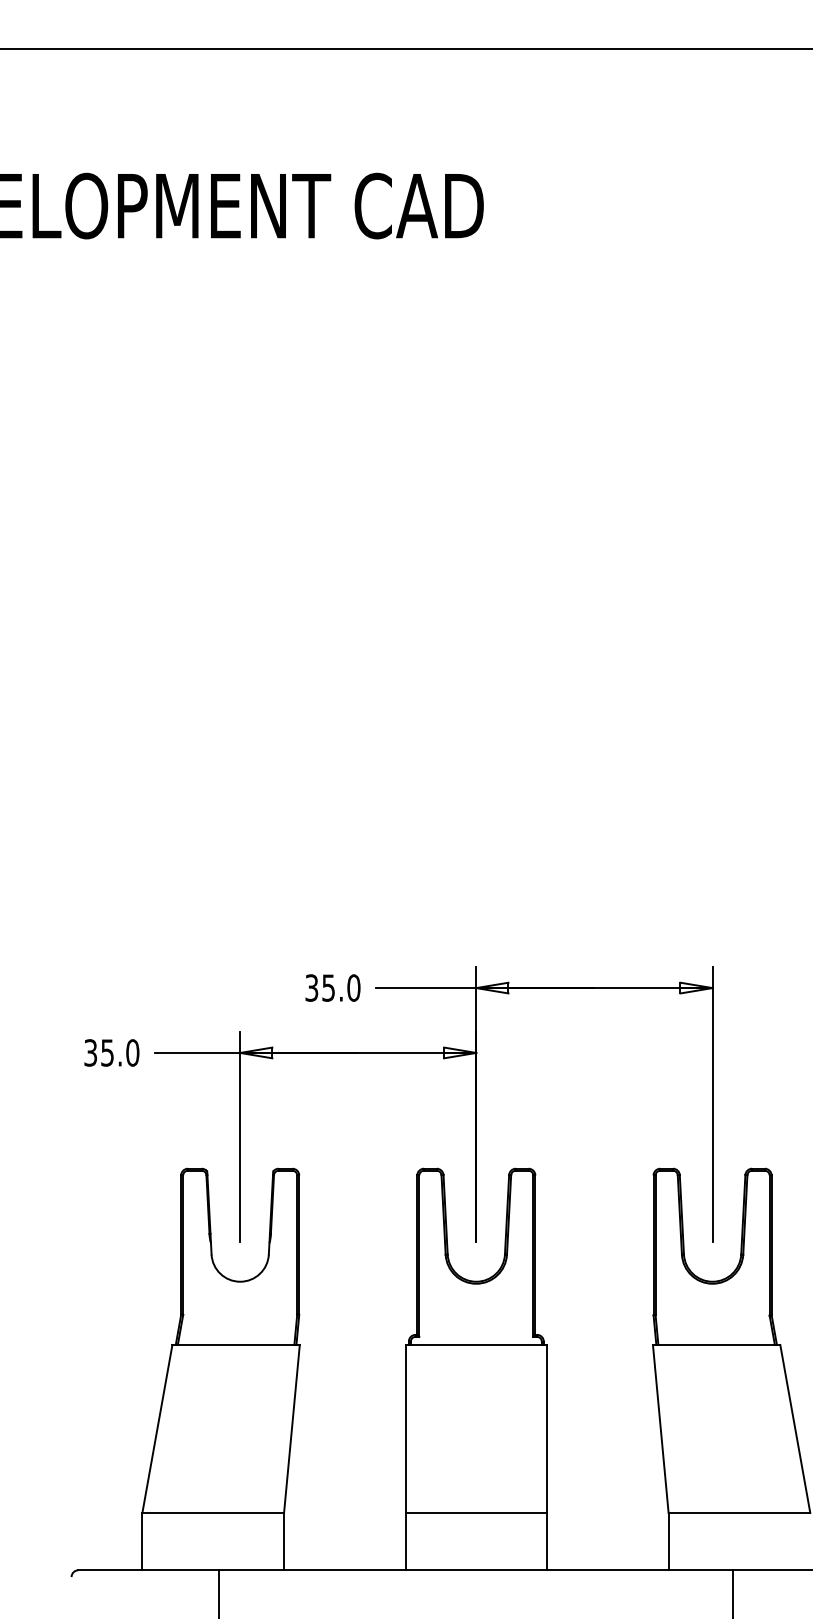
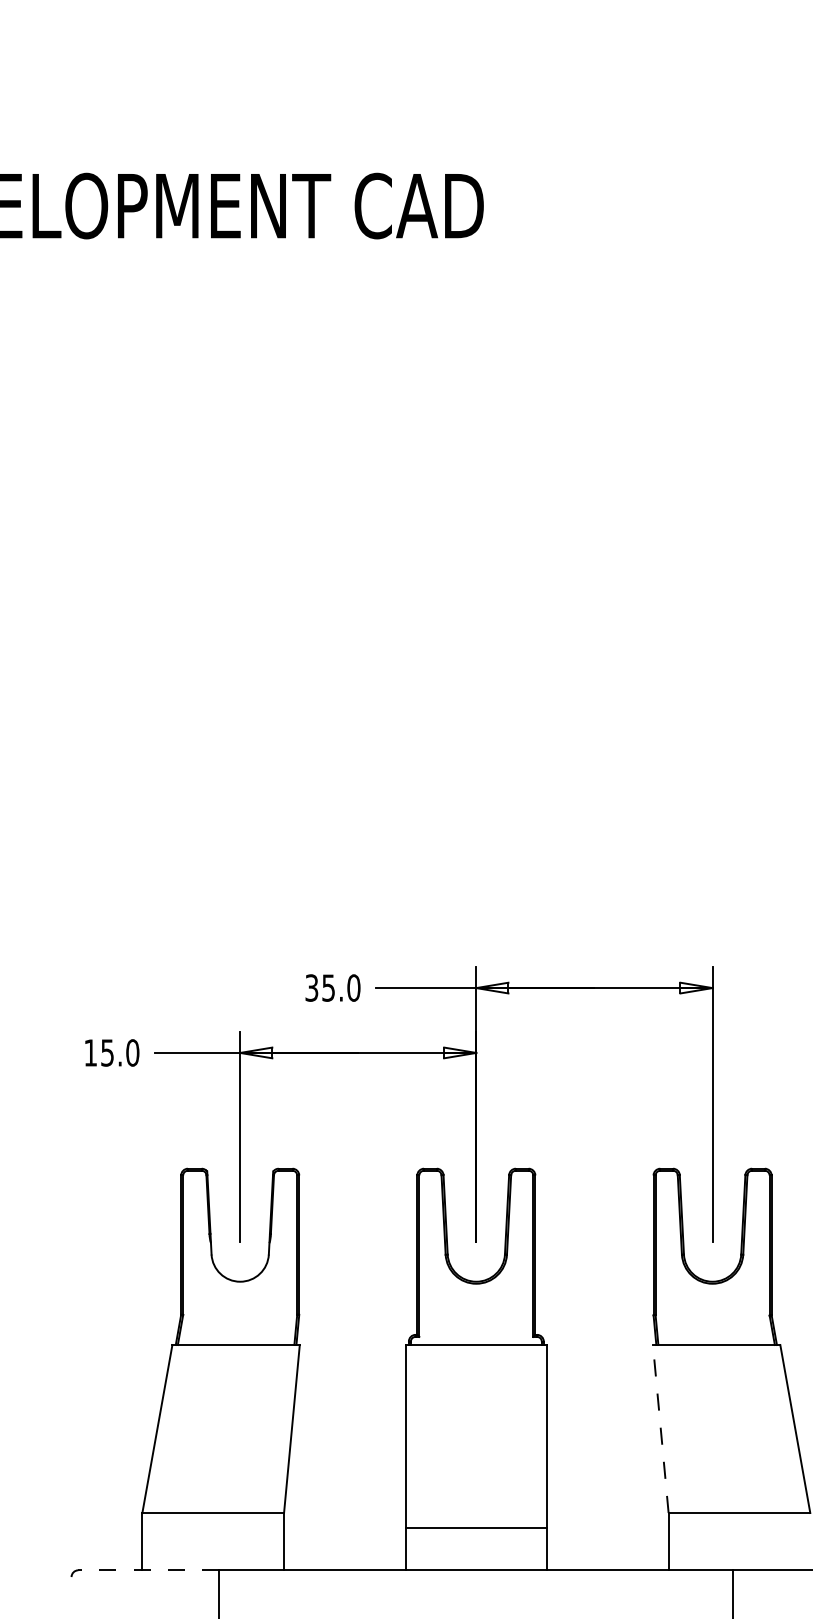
line at (405, 48): present -> none
text at (90, 1052): 35.0 -> 15.0
line at (660, 1428): solid -> dashed
line at (476, 1512) position: (476, 1512) -> (476, 1527)
line at (148, 1570): solid -> dashed
